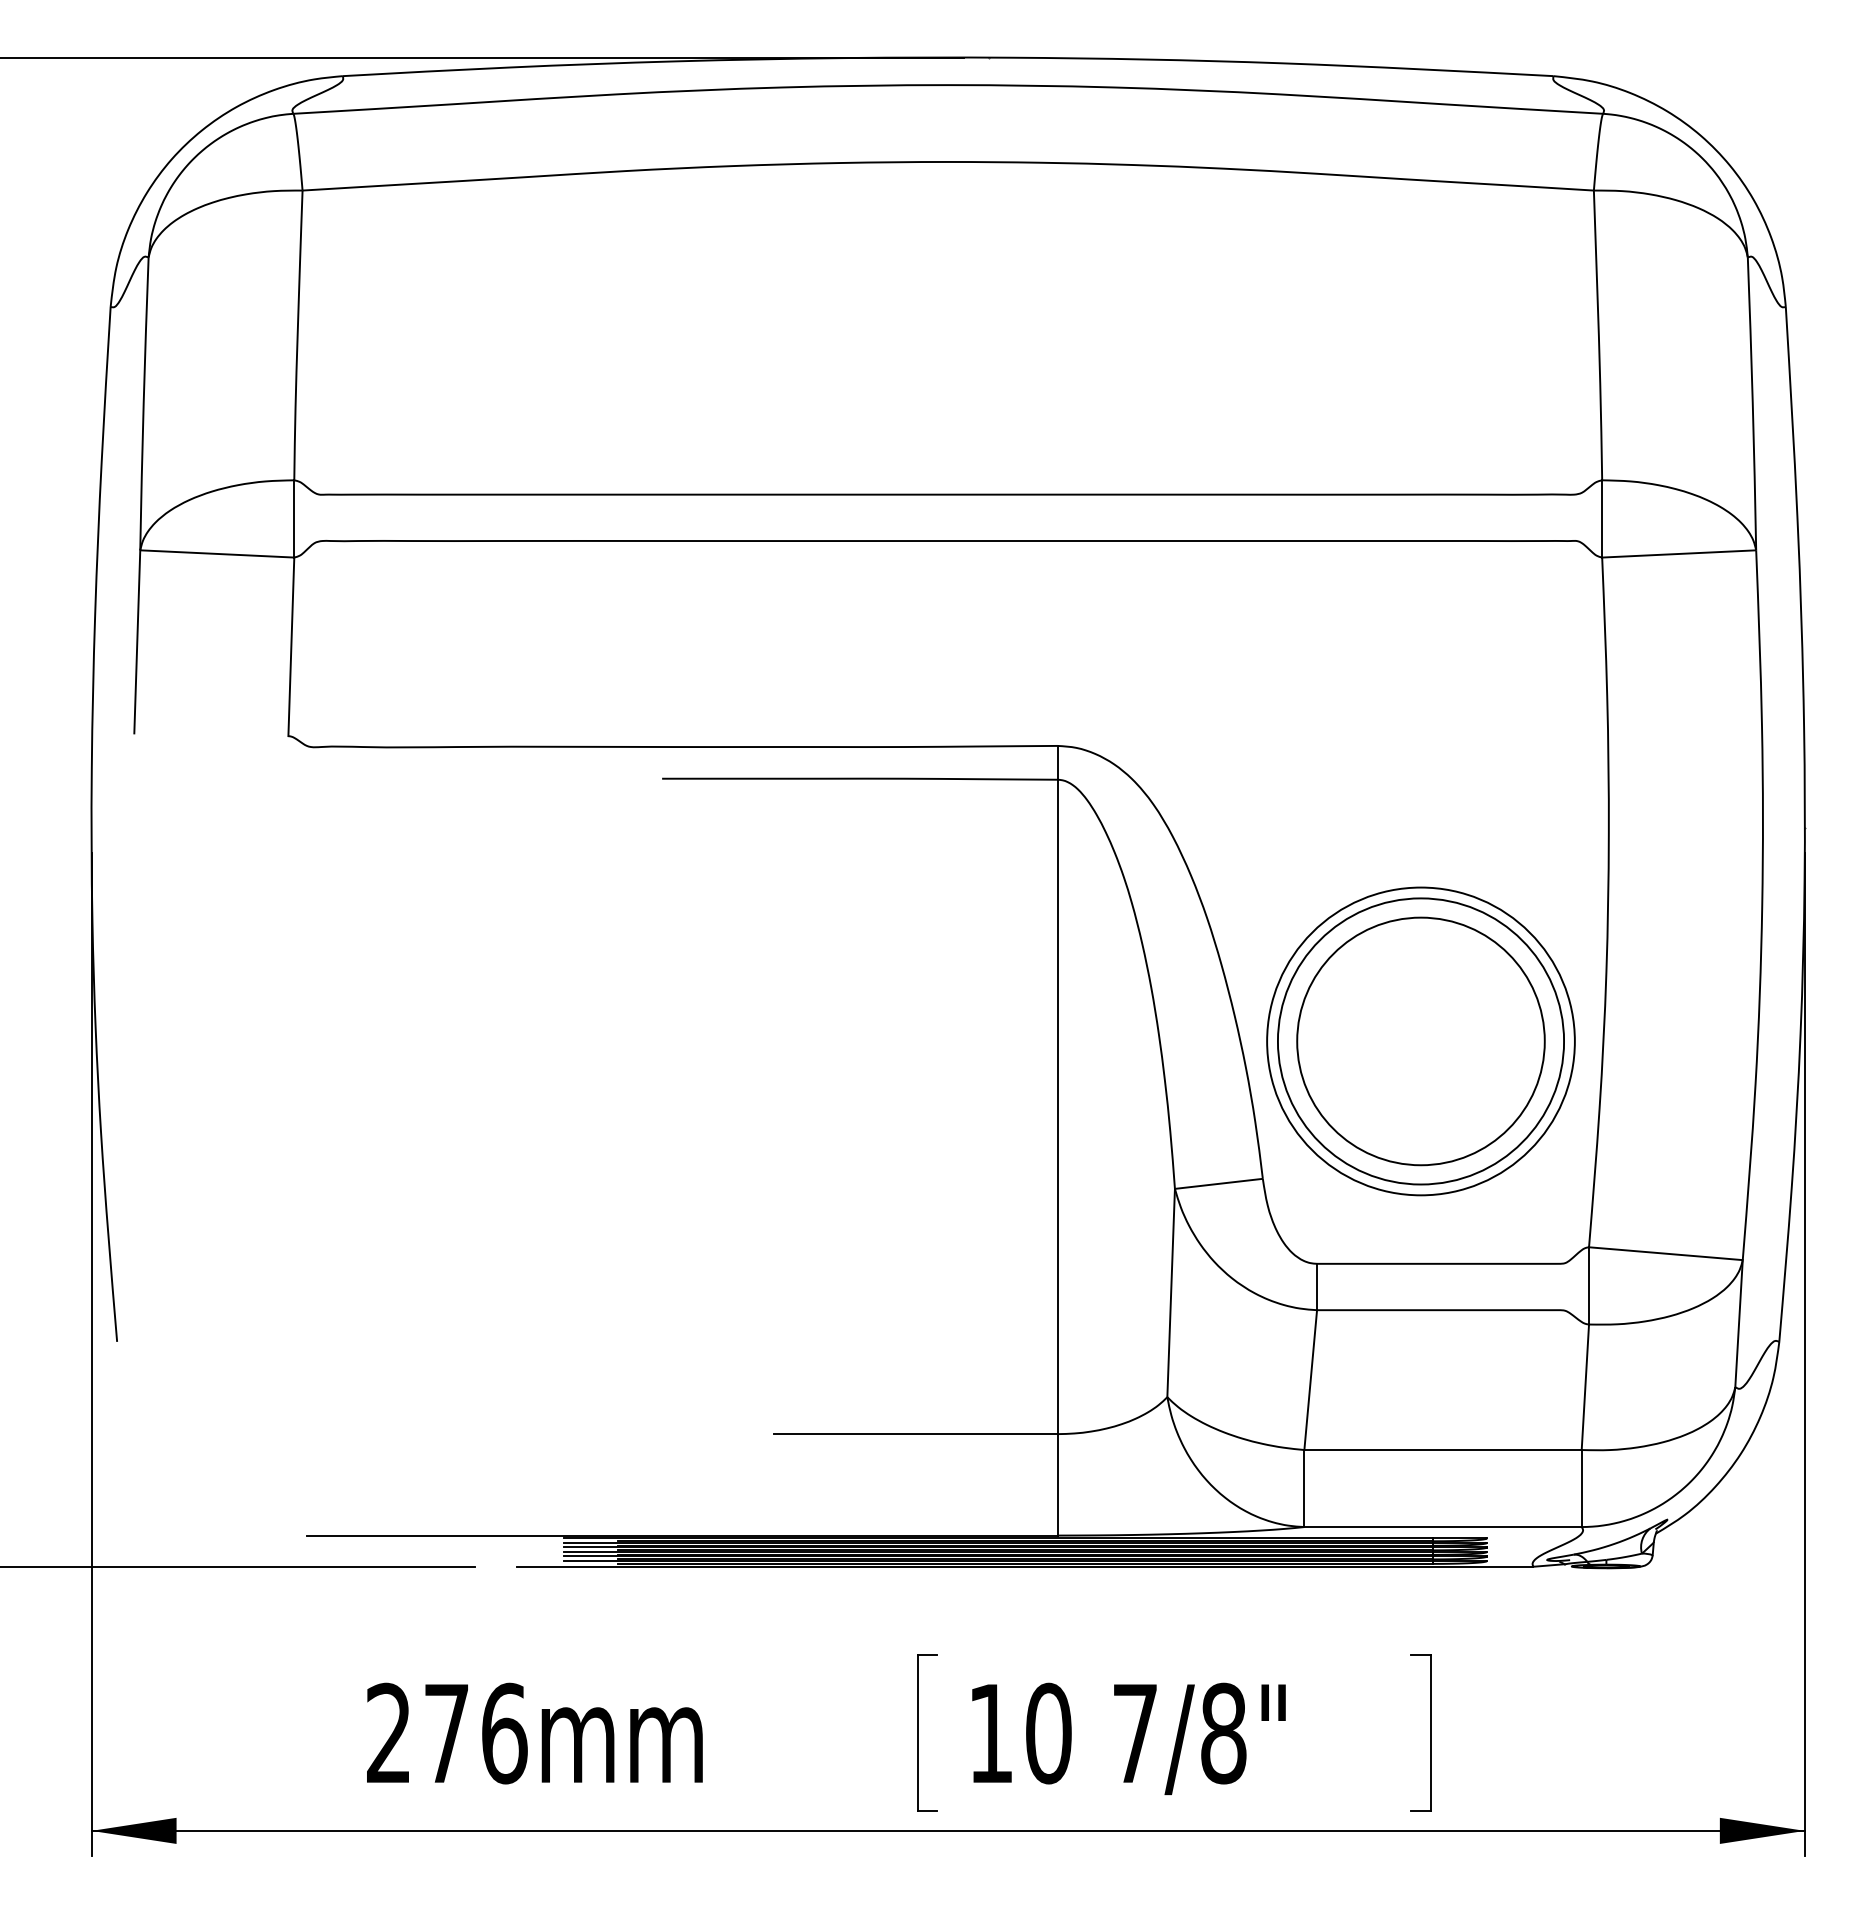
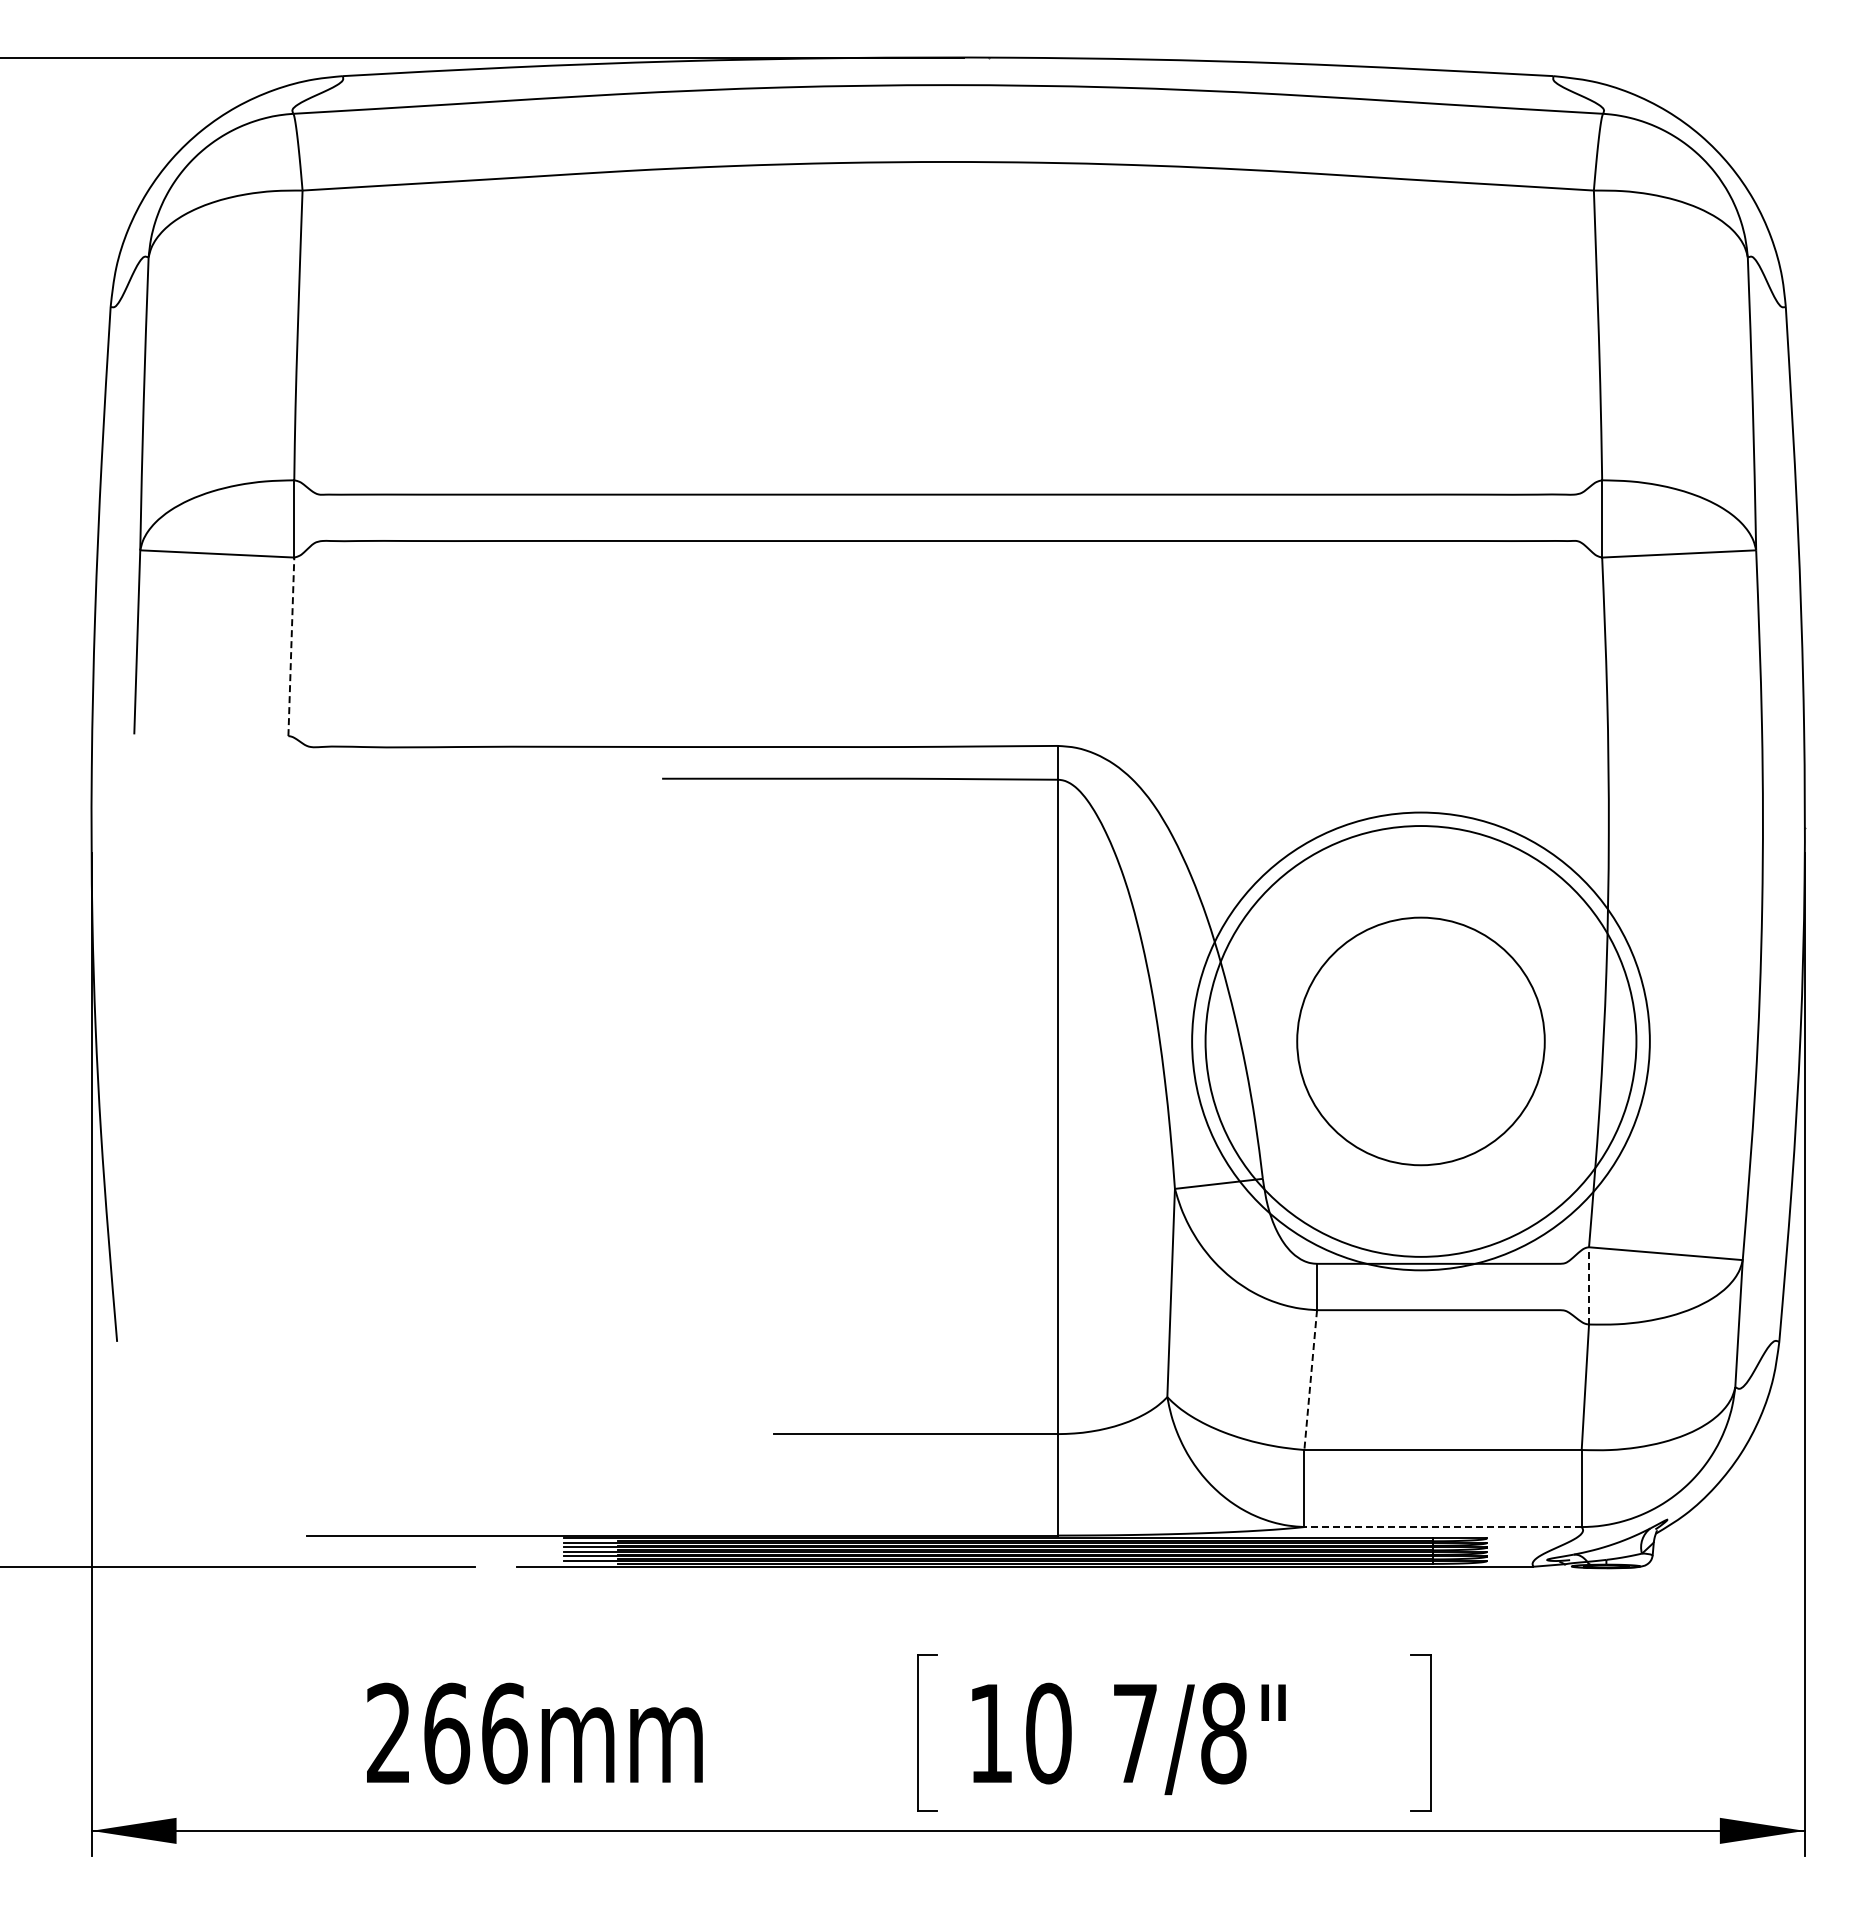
line at (291, 646): solid -> dashed
circle at (1420, 1041) diameter: 286 px -> 458 px
circle at (1420, 1041) diameter: 308 px -> 431 px
line at (1589, 1285): solid -> dashed
line at (1310, 1380): solid -> dashed
line at (1443, 1527): solid -> dashed
text at (447, 1733): 276mm -> 266mm
